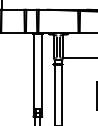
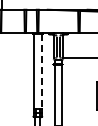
line at (41, 72): solid -> dashed
